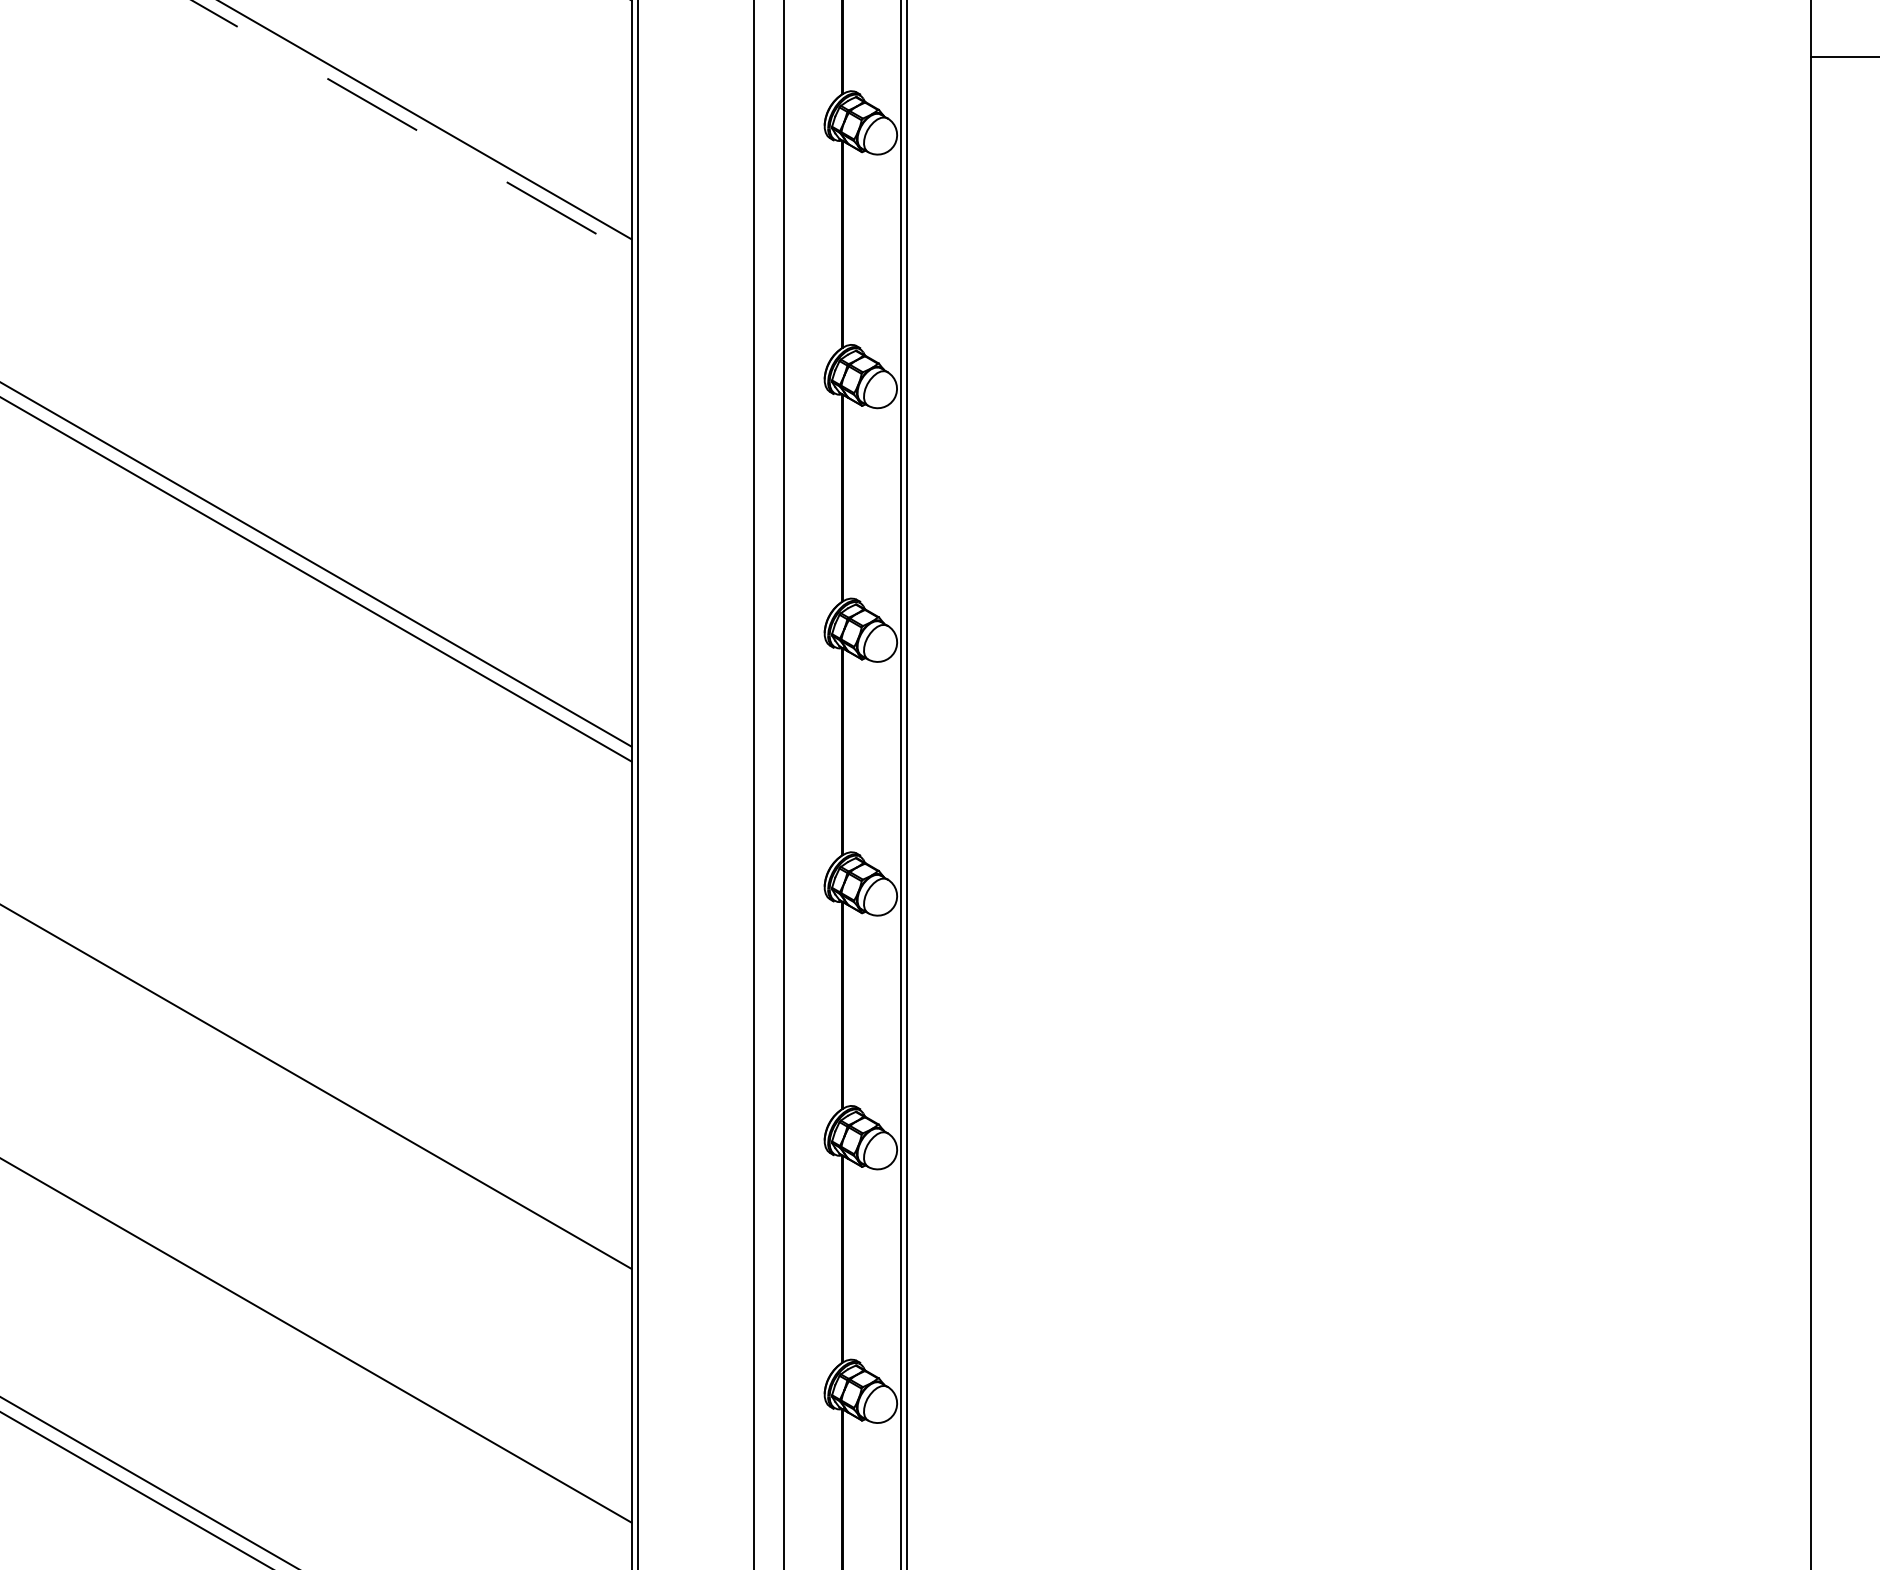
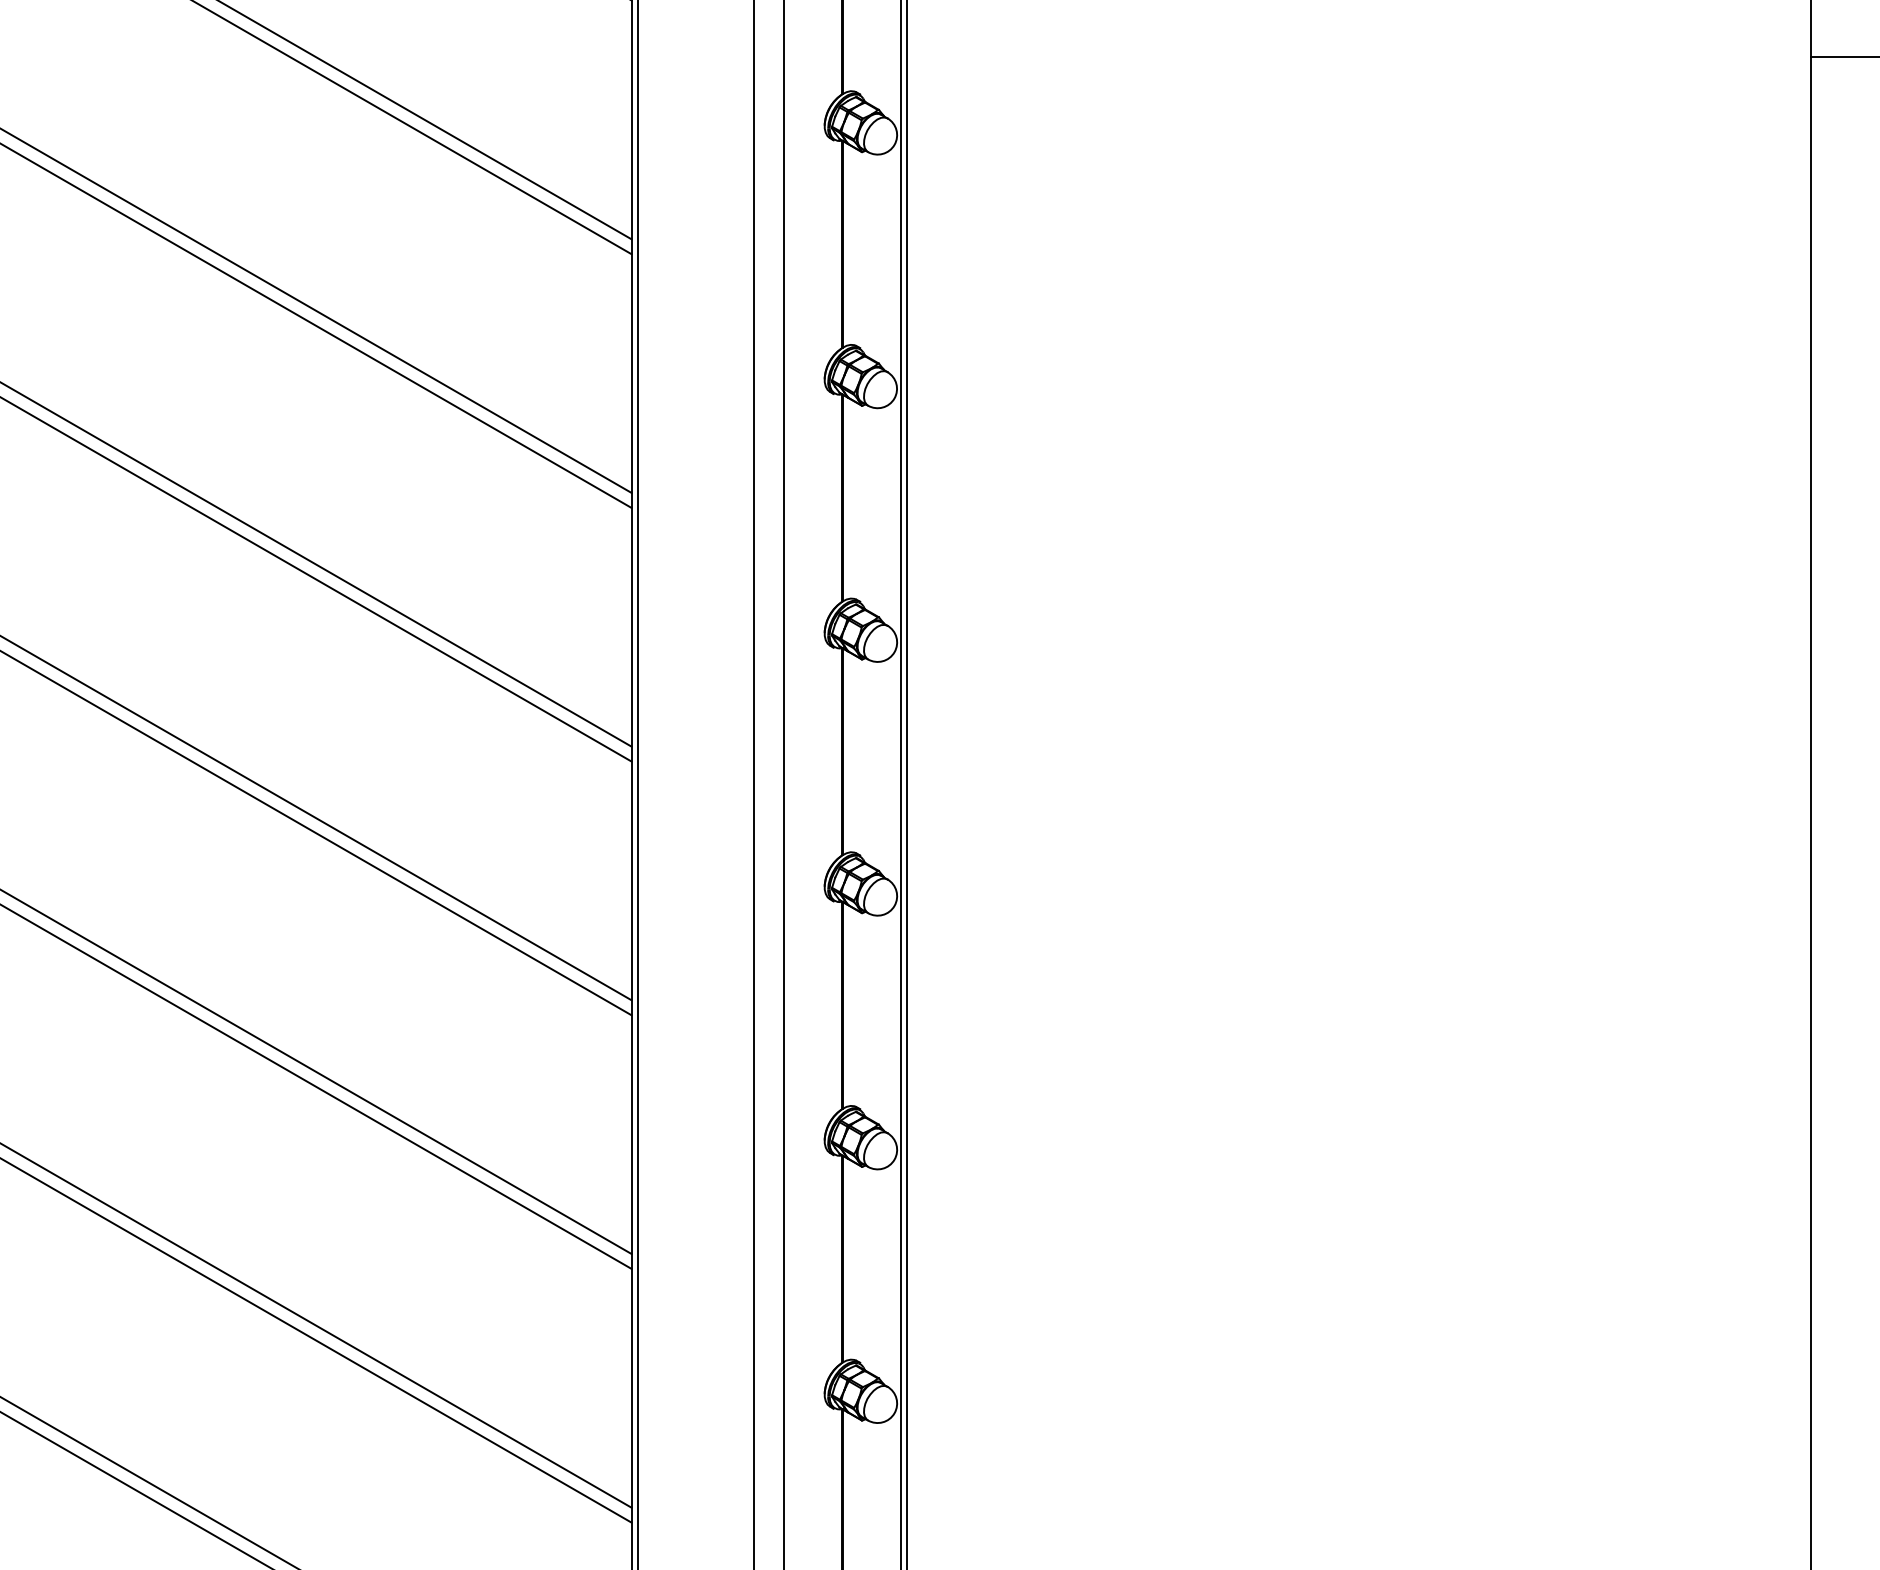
line at (411, 127): dashed -> solid
line at (316, 310): none -> present
line at (316, 325): none -> present
line at (316, 818): none -> present
line at (316, 833): none -> present
line at (316, 1072): none -> present
line at (316, 1325): none -> present
